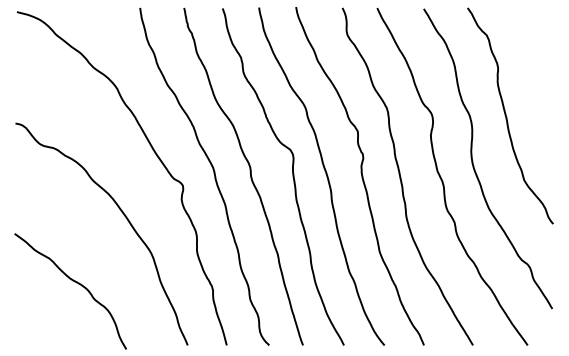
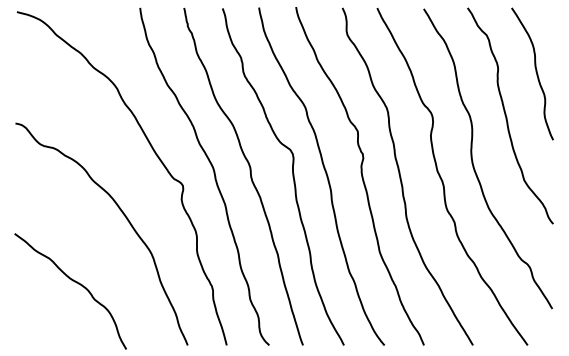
curve at (535, 72): none -> present
